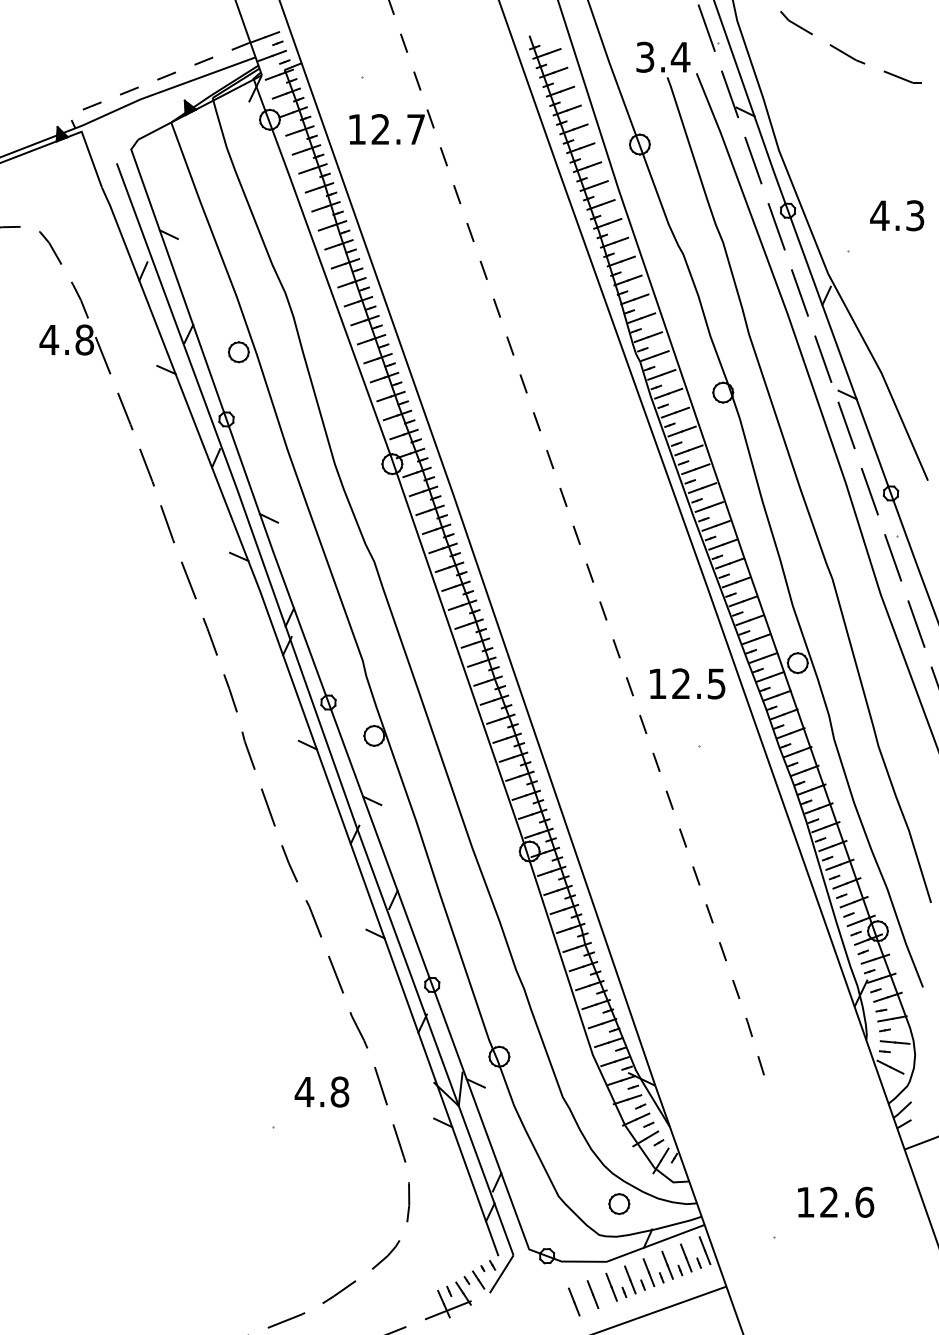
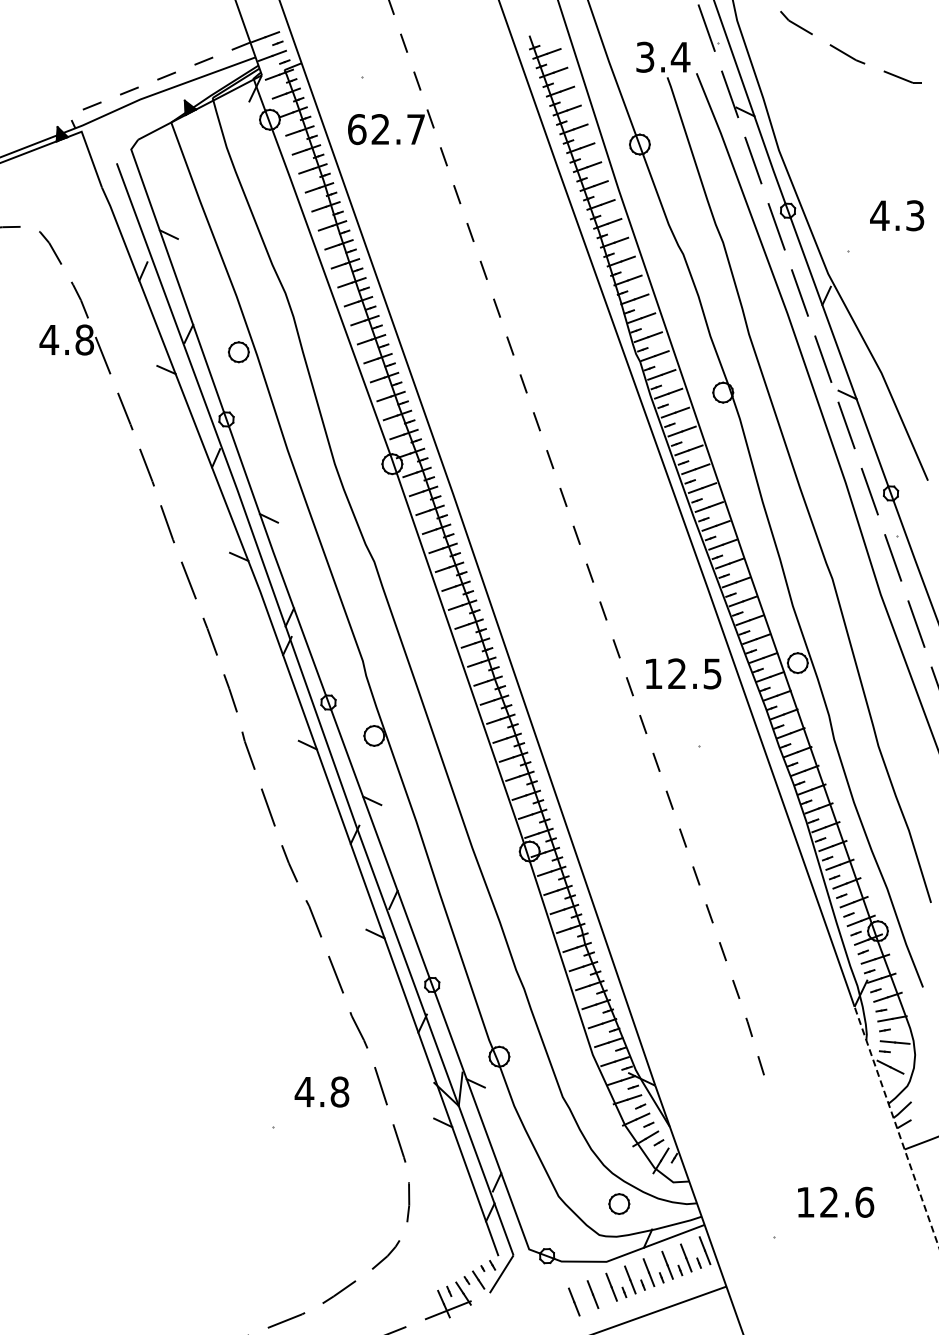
text at (357, 129): 12.7 -> 62.7
text at (687, 683) position: (687, 683) -> (683, 673)
line at (896, 1126): solid -> dashed
